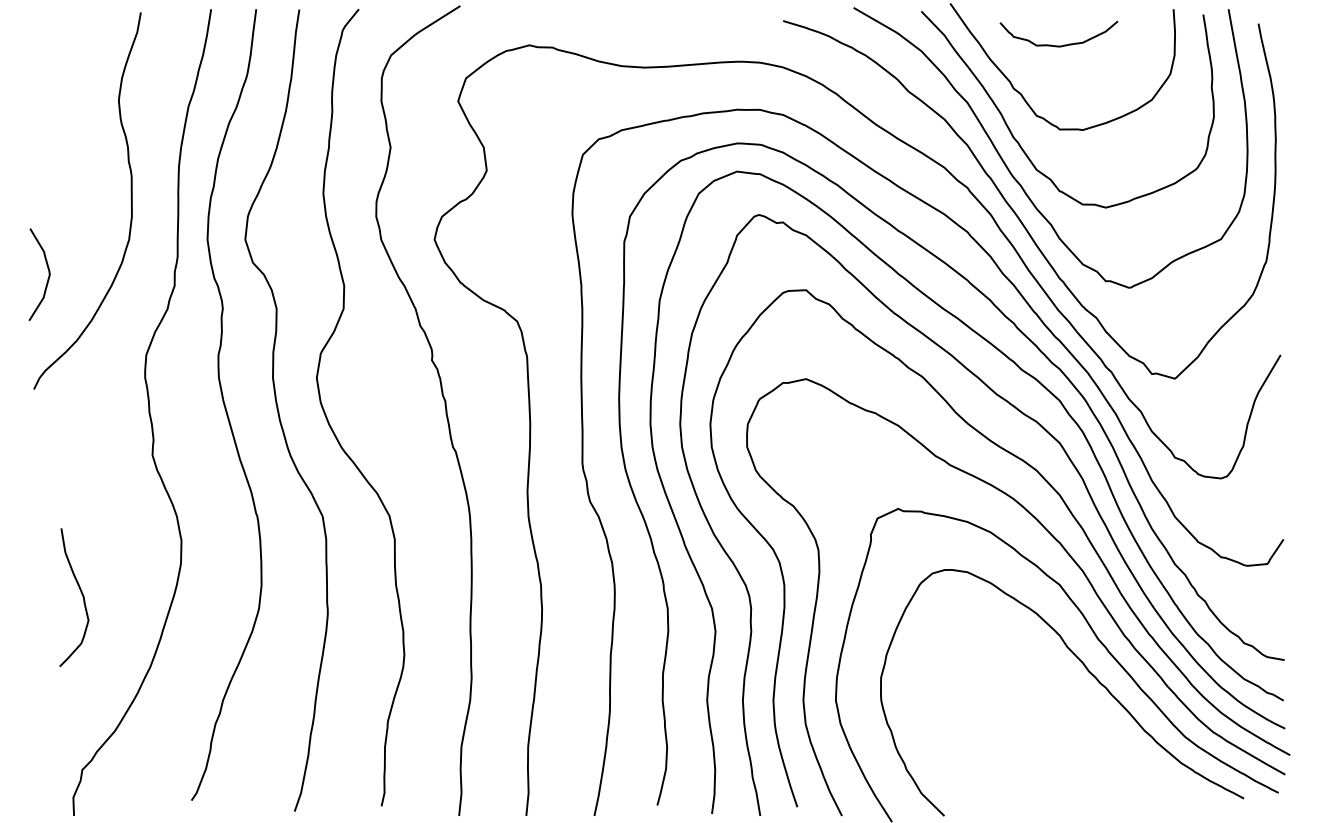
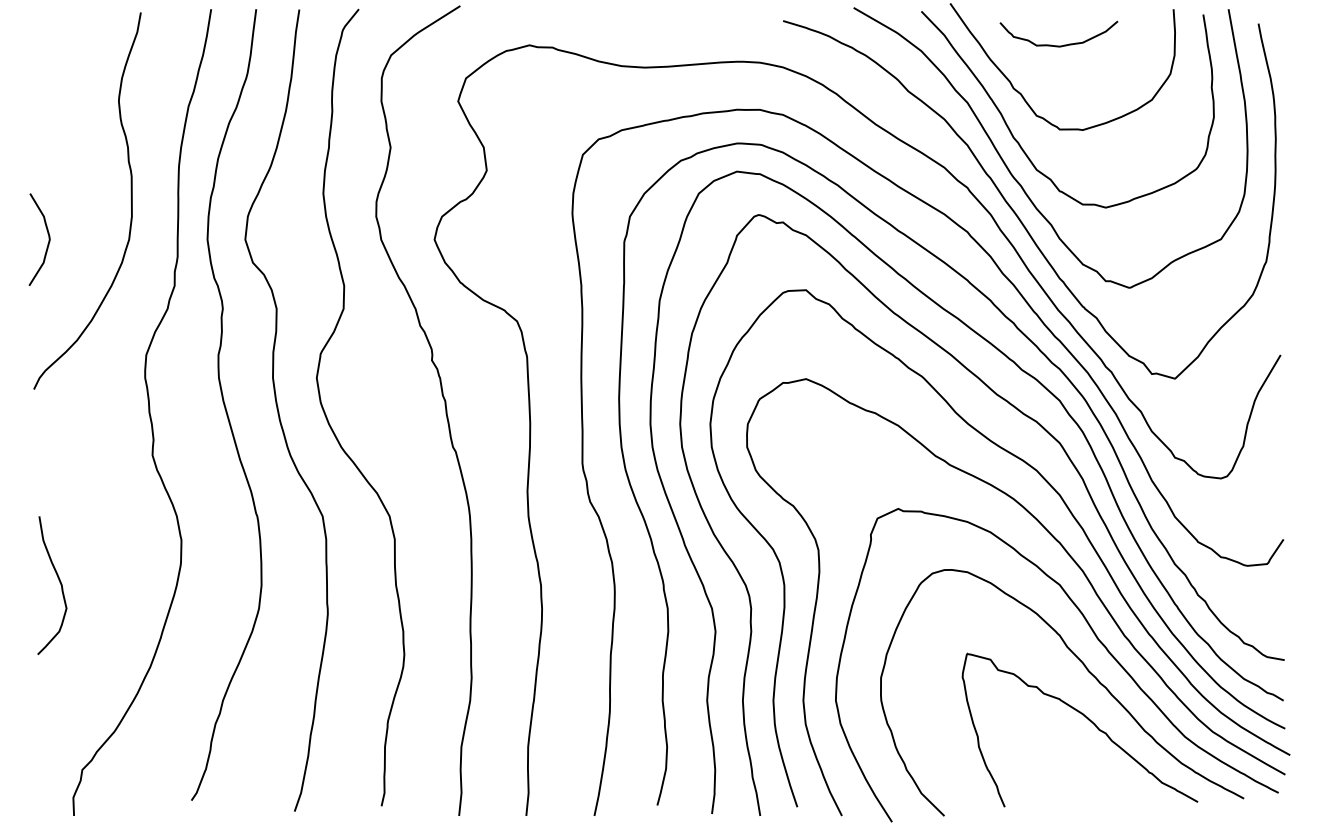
curve at (47, 278) position: (47, 278) -> (47, 243)
curve at (81, 594) position: (81, 594) -> (59, 582)
curve at (1088, 720): none -> present
